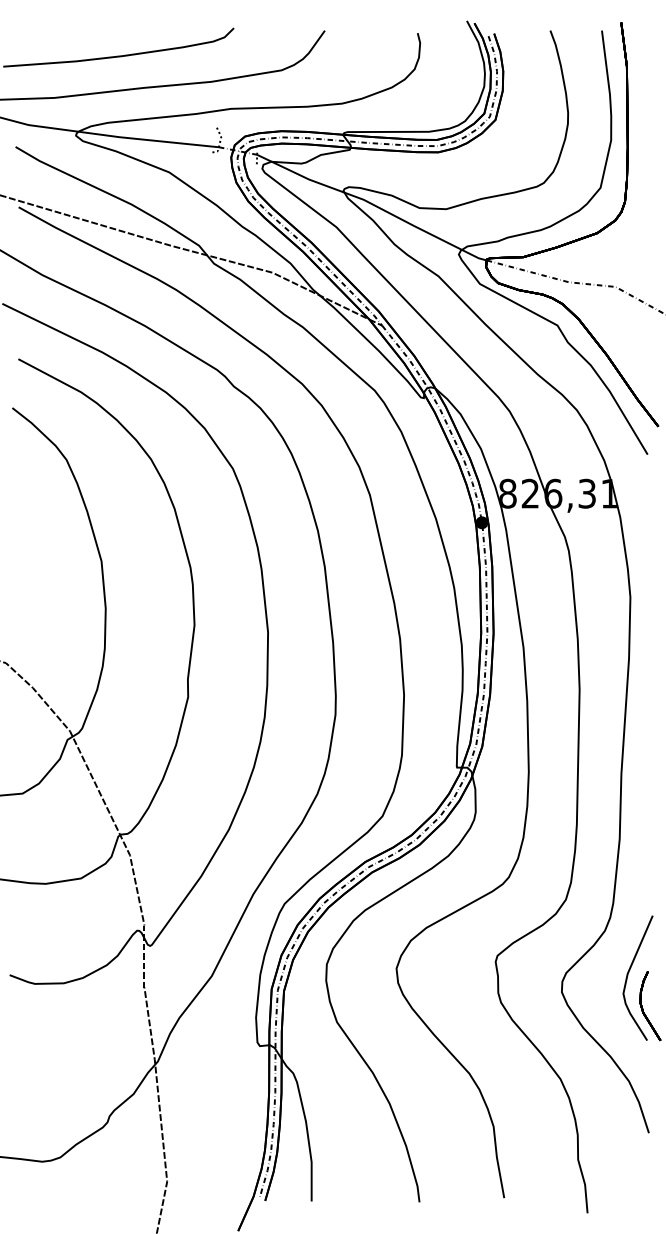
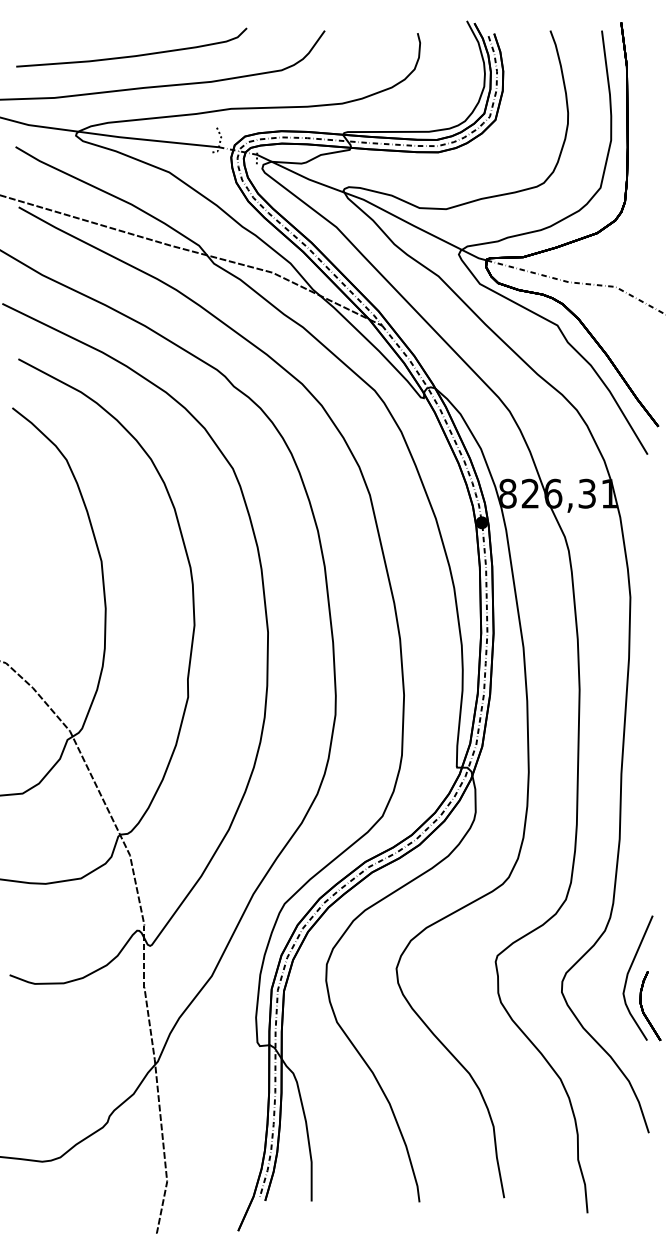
curve at (118, 55) position: (118, 55) -> (131, 55)
